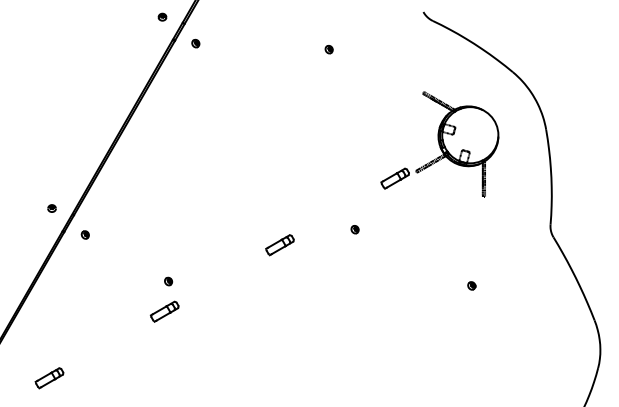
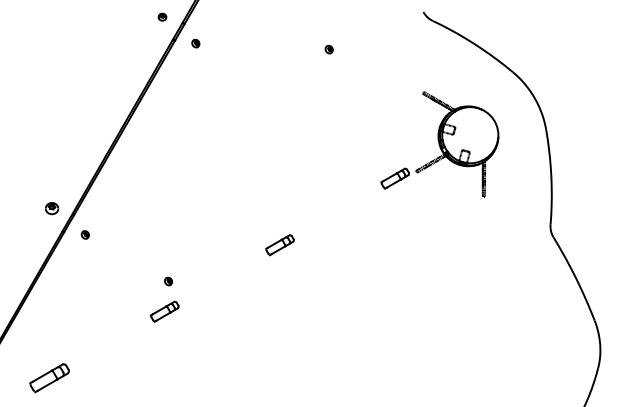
part at (51, 208) size: 10x9 px -> 15x14 px
part at (354, 229): present -> none
part at (471, 285): present -> none
part at (49, 378) size: 31x23 px -> 41x31 px
